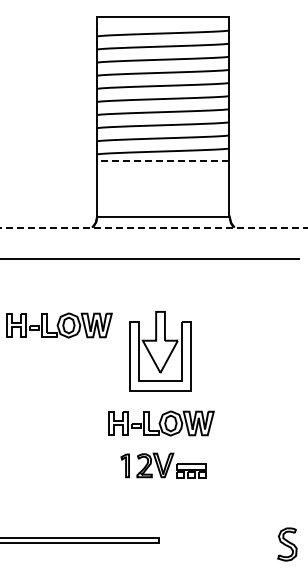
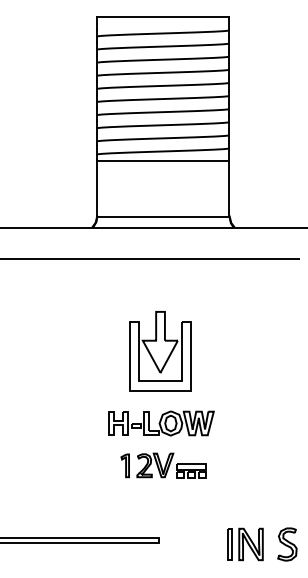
line at (162, 161): dashed -> solid
line at (153, 227): dashed -> solid
part at (59, 325): present -> none
part at (245, 544): none -> present
